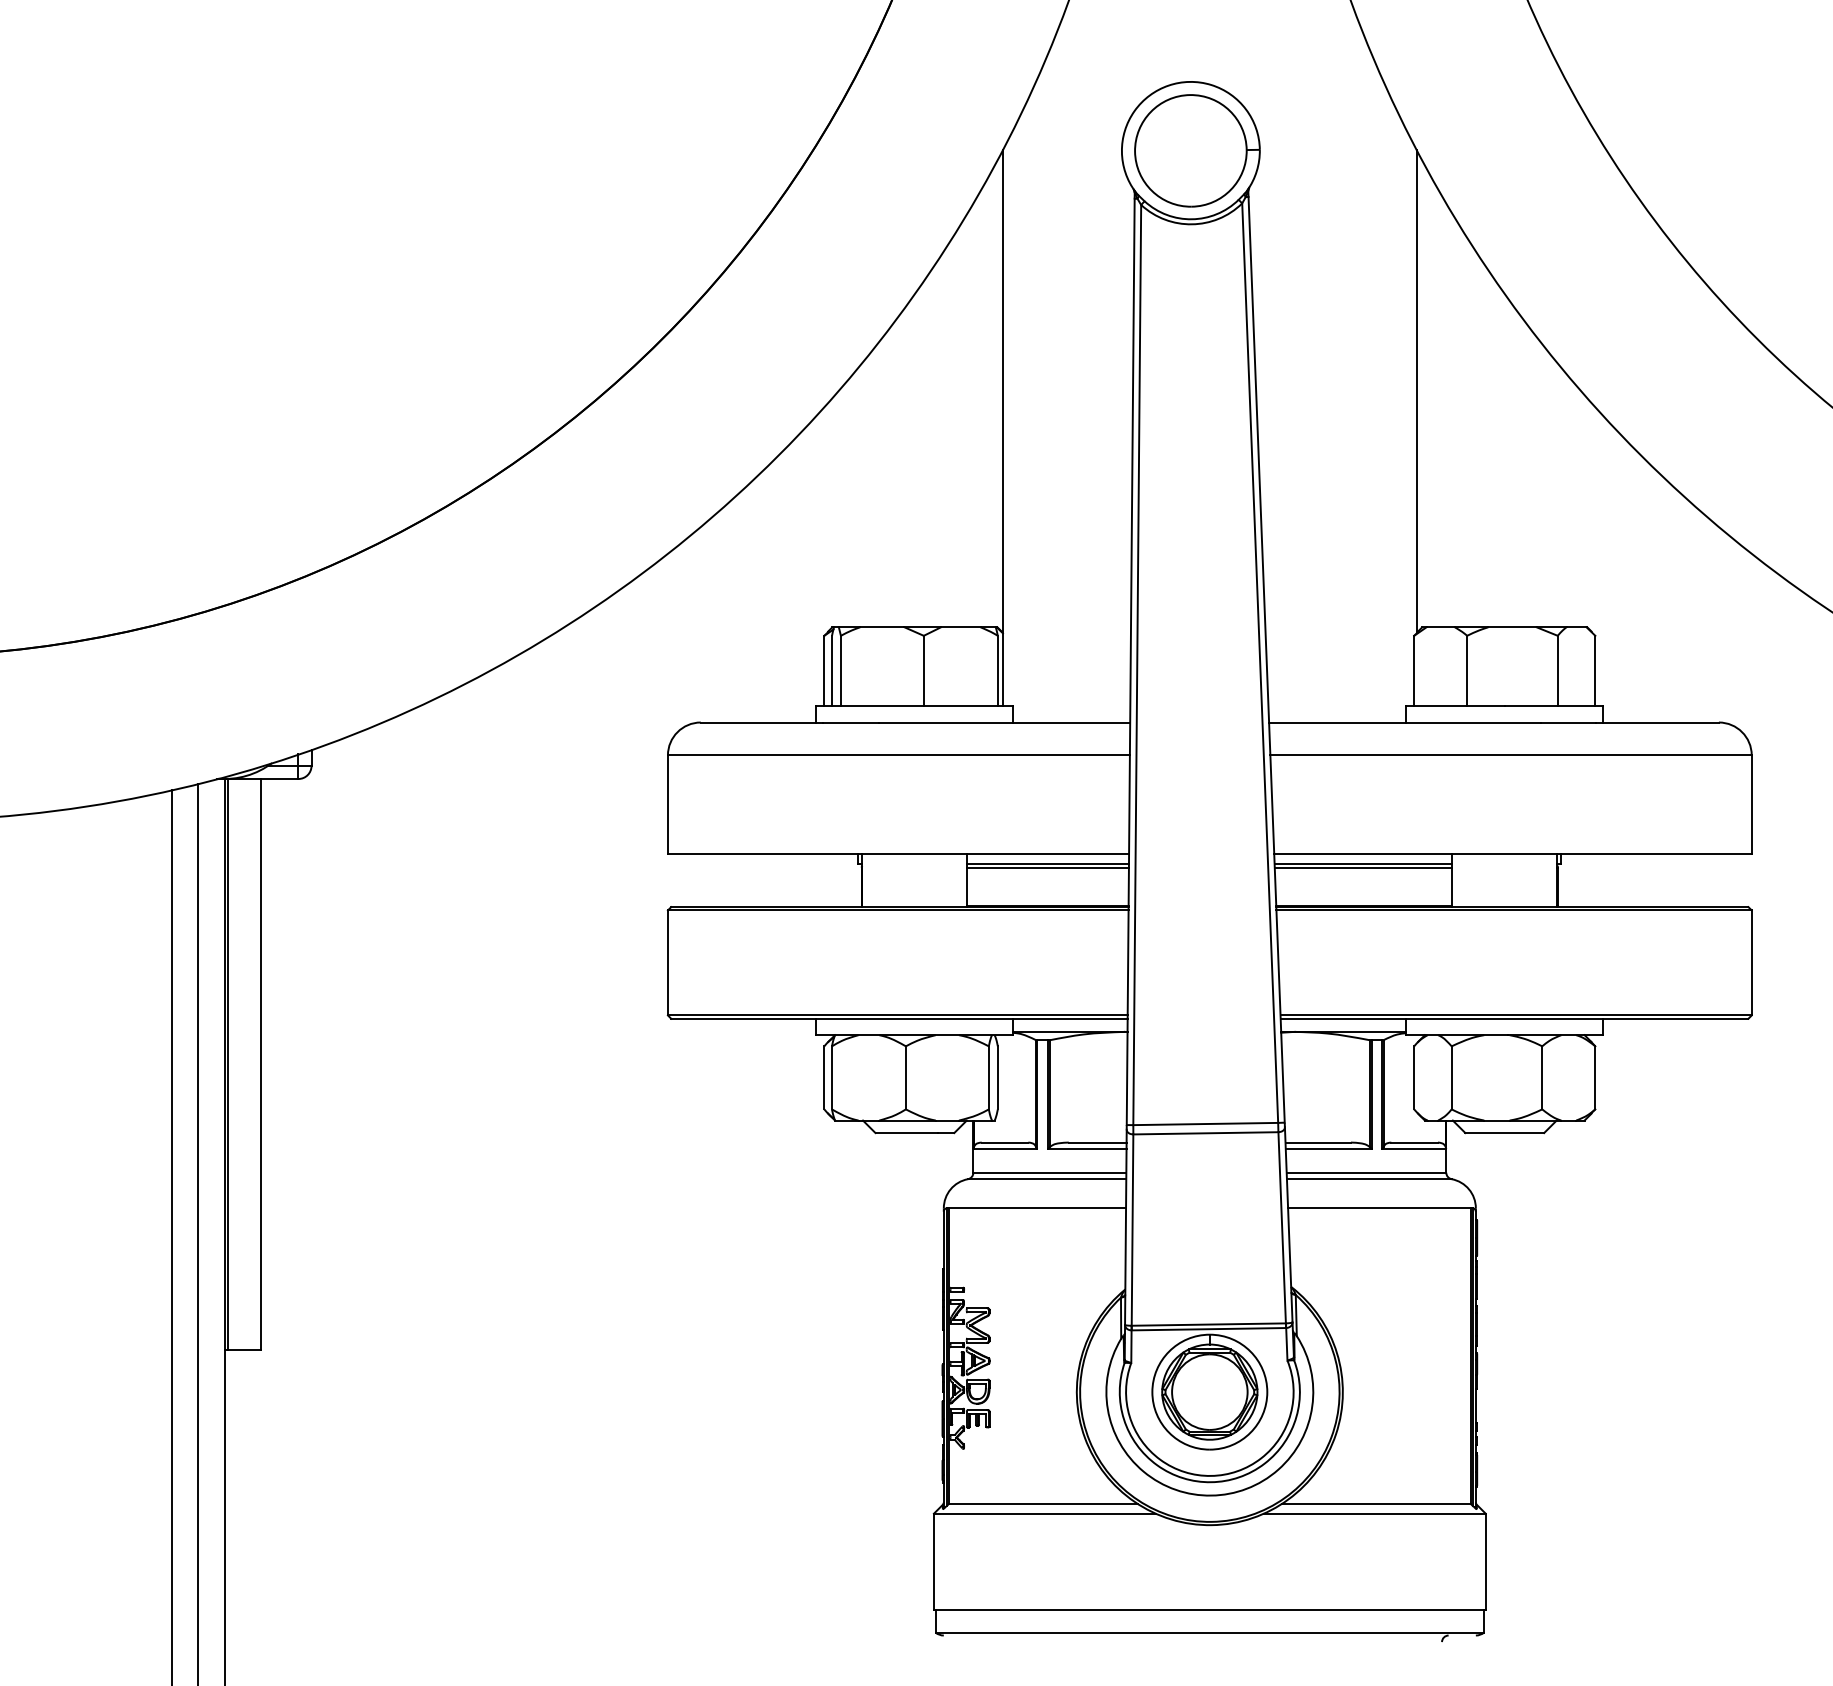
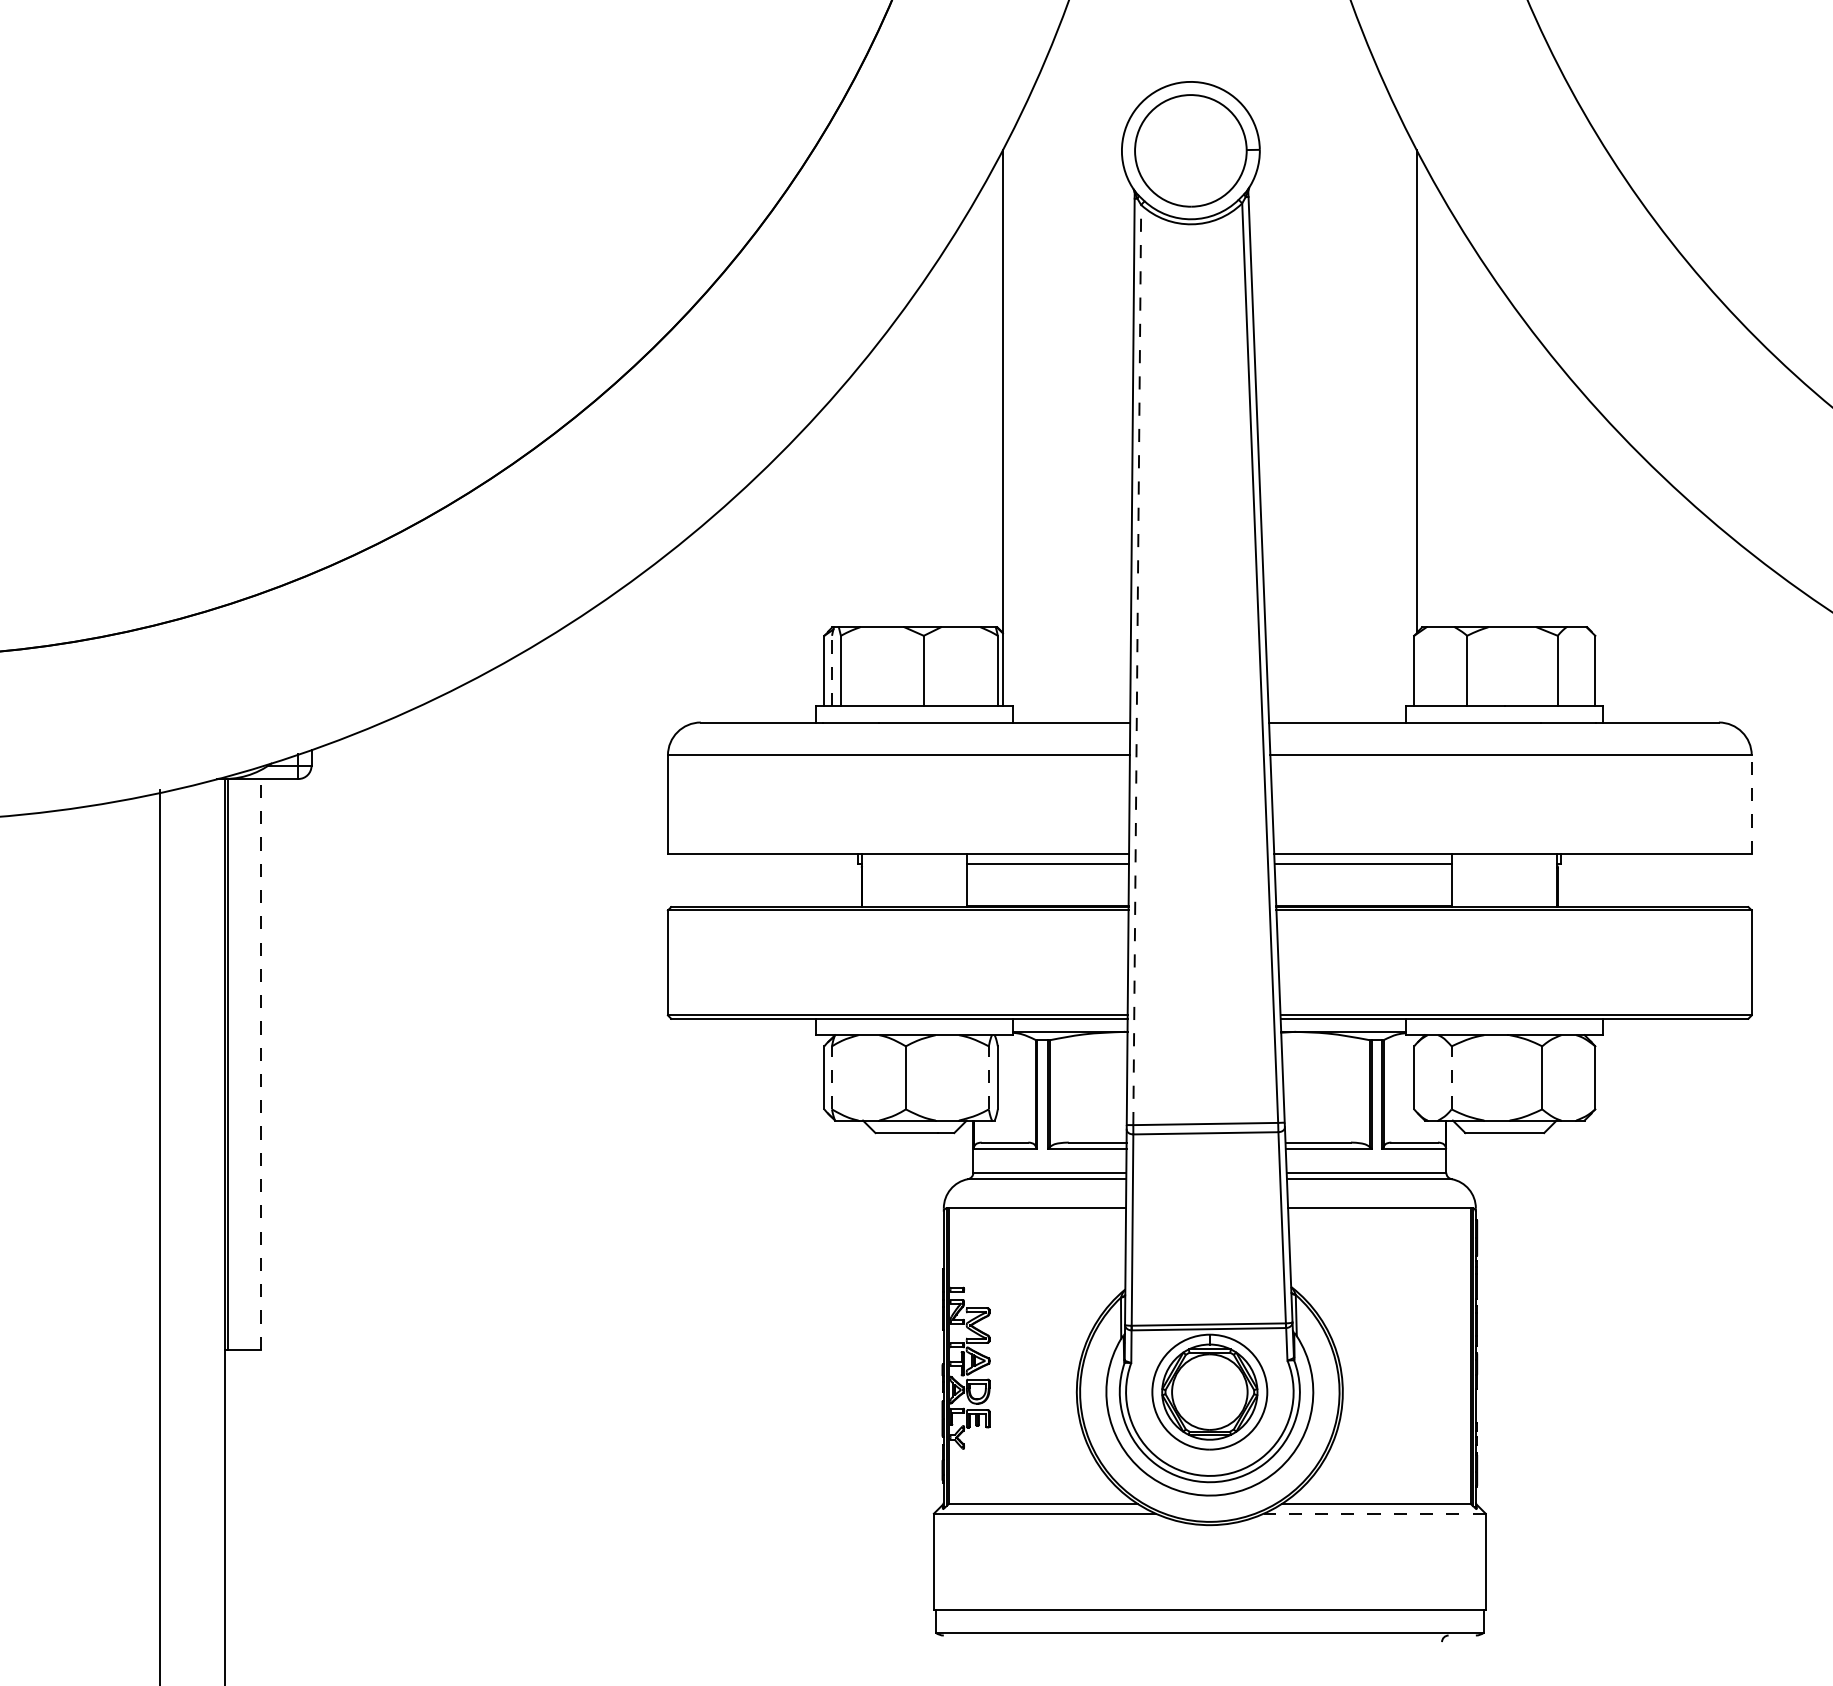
line at (1137, 664): solid -> dashed
line at (832, 670): solid -> dashed
line at (1751, 804): solid -> dashed
line at (1047, 867): present -> none
line at (1363, 867): present -> none
line at (260, 1063): solid -> dashed
line at (831, 1077): solid -> dashed
line at (988, 1077): solid -> dashed
line at (1451, 1077): solid -> dashed
line at (198, 1232): present -> none
line at (172, 1236) position: (172, 1236) -> (160, 1236)
line at (1374, 1513): solid -> dashed
